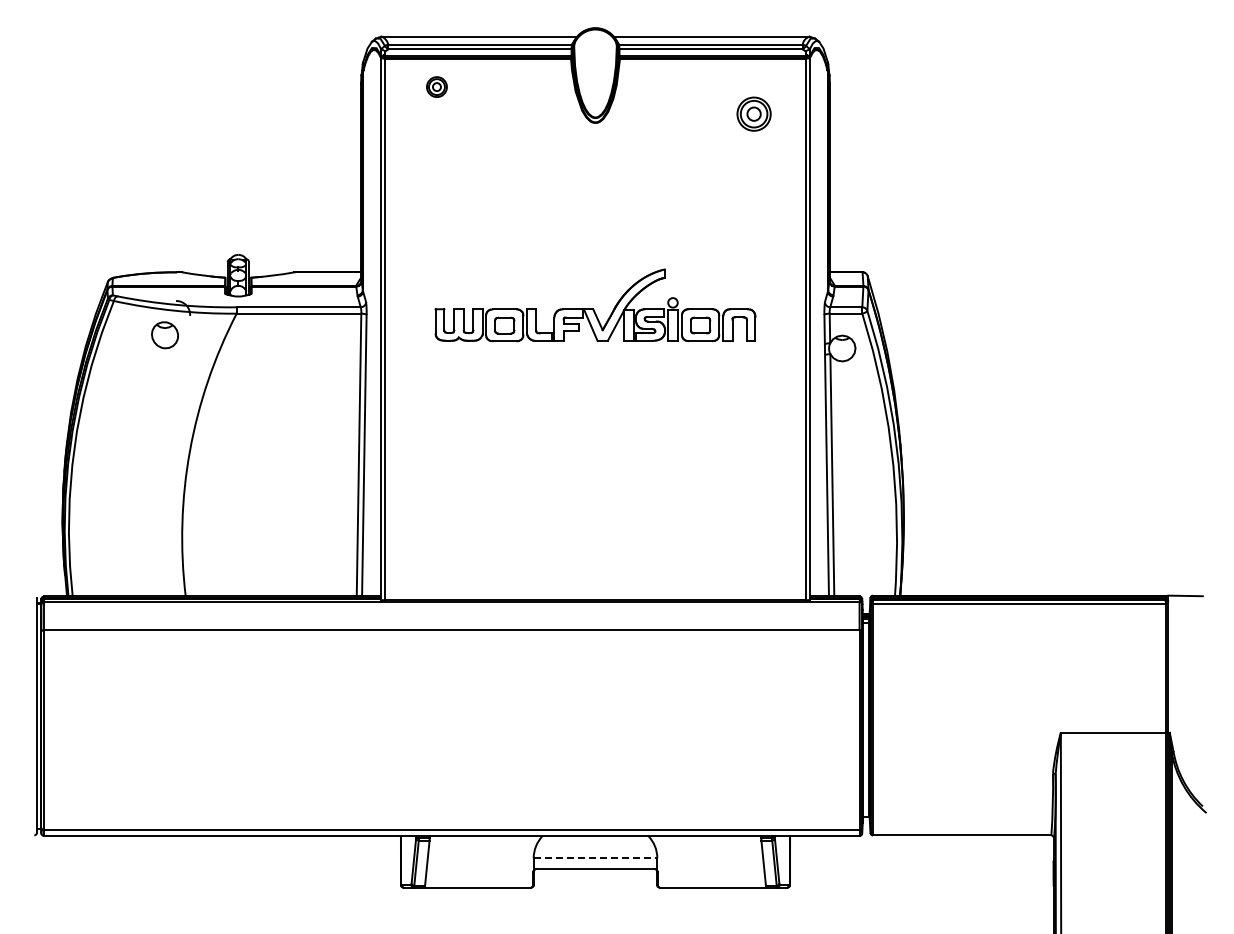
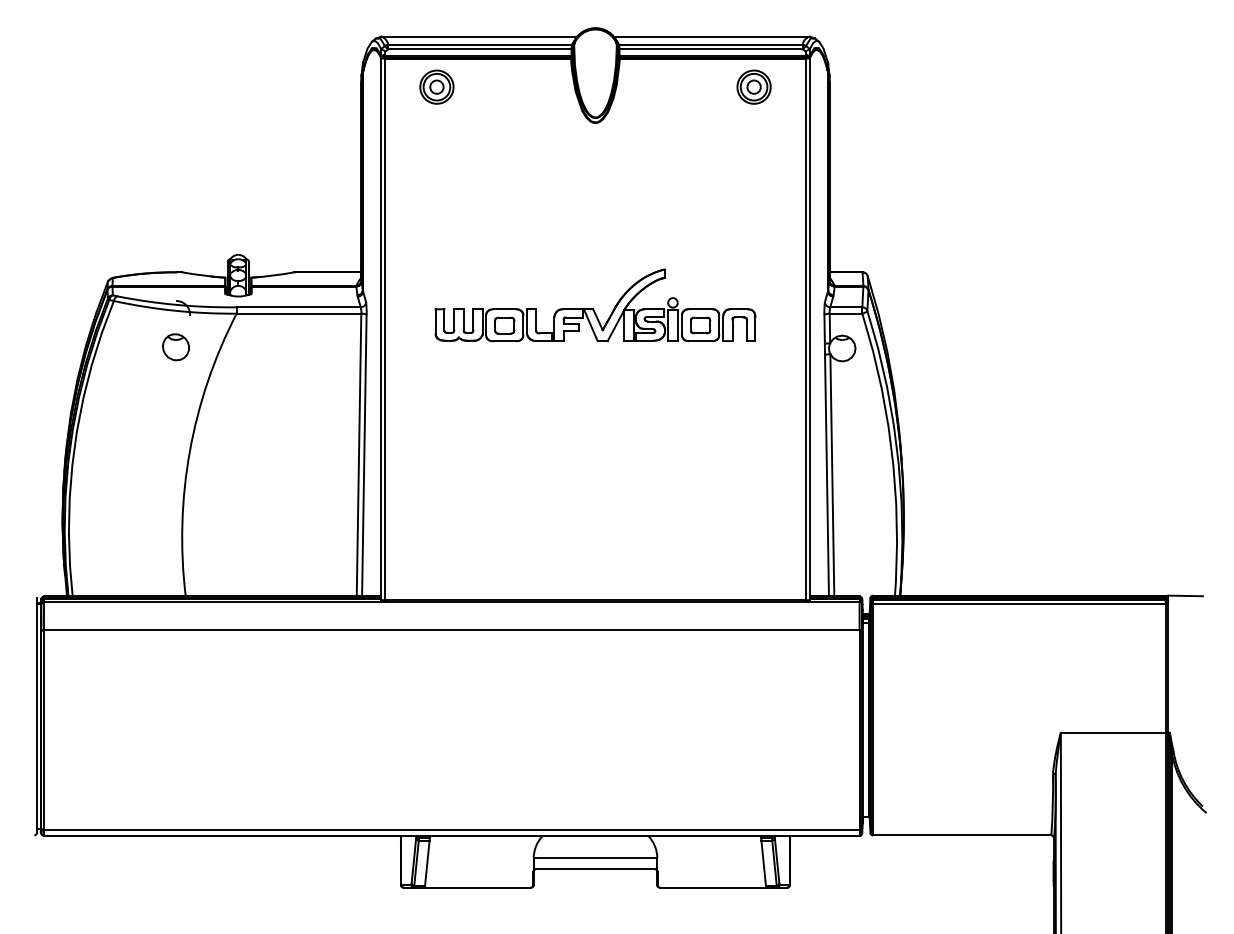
part at (436, 86) size: 22x22 px -> 36x36 px
part at (753, 113) position: (753, 113) -> (753, 86)
part at (164, 335) position: (164, 335) -> (175, 347)
line at (595, 858): dashed -> solid
